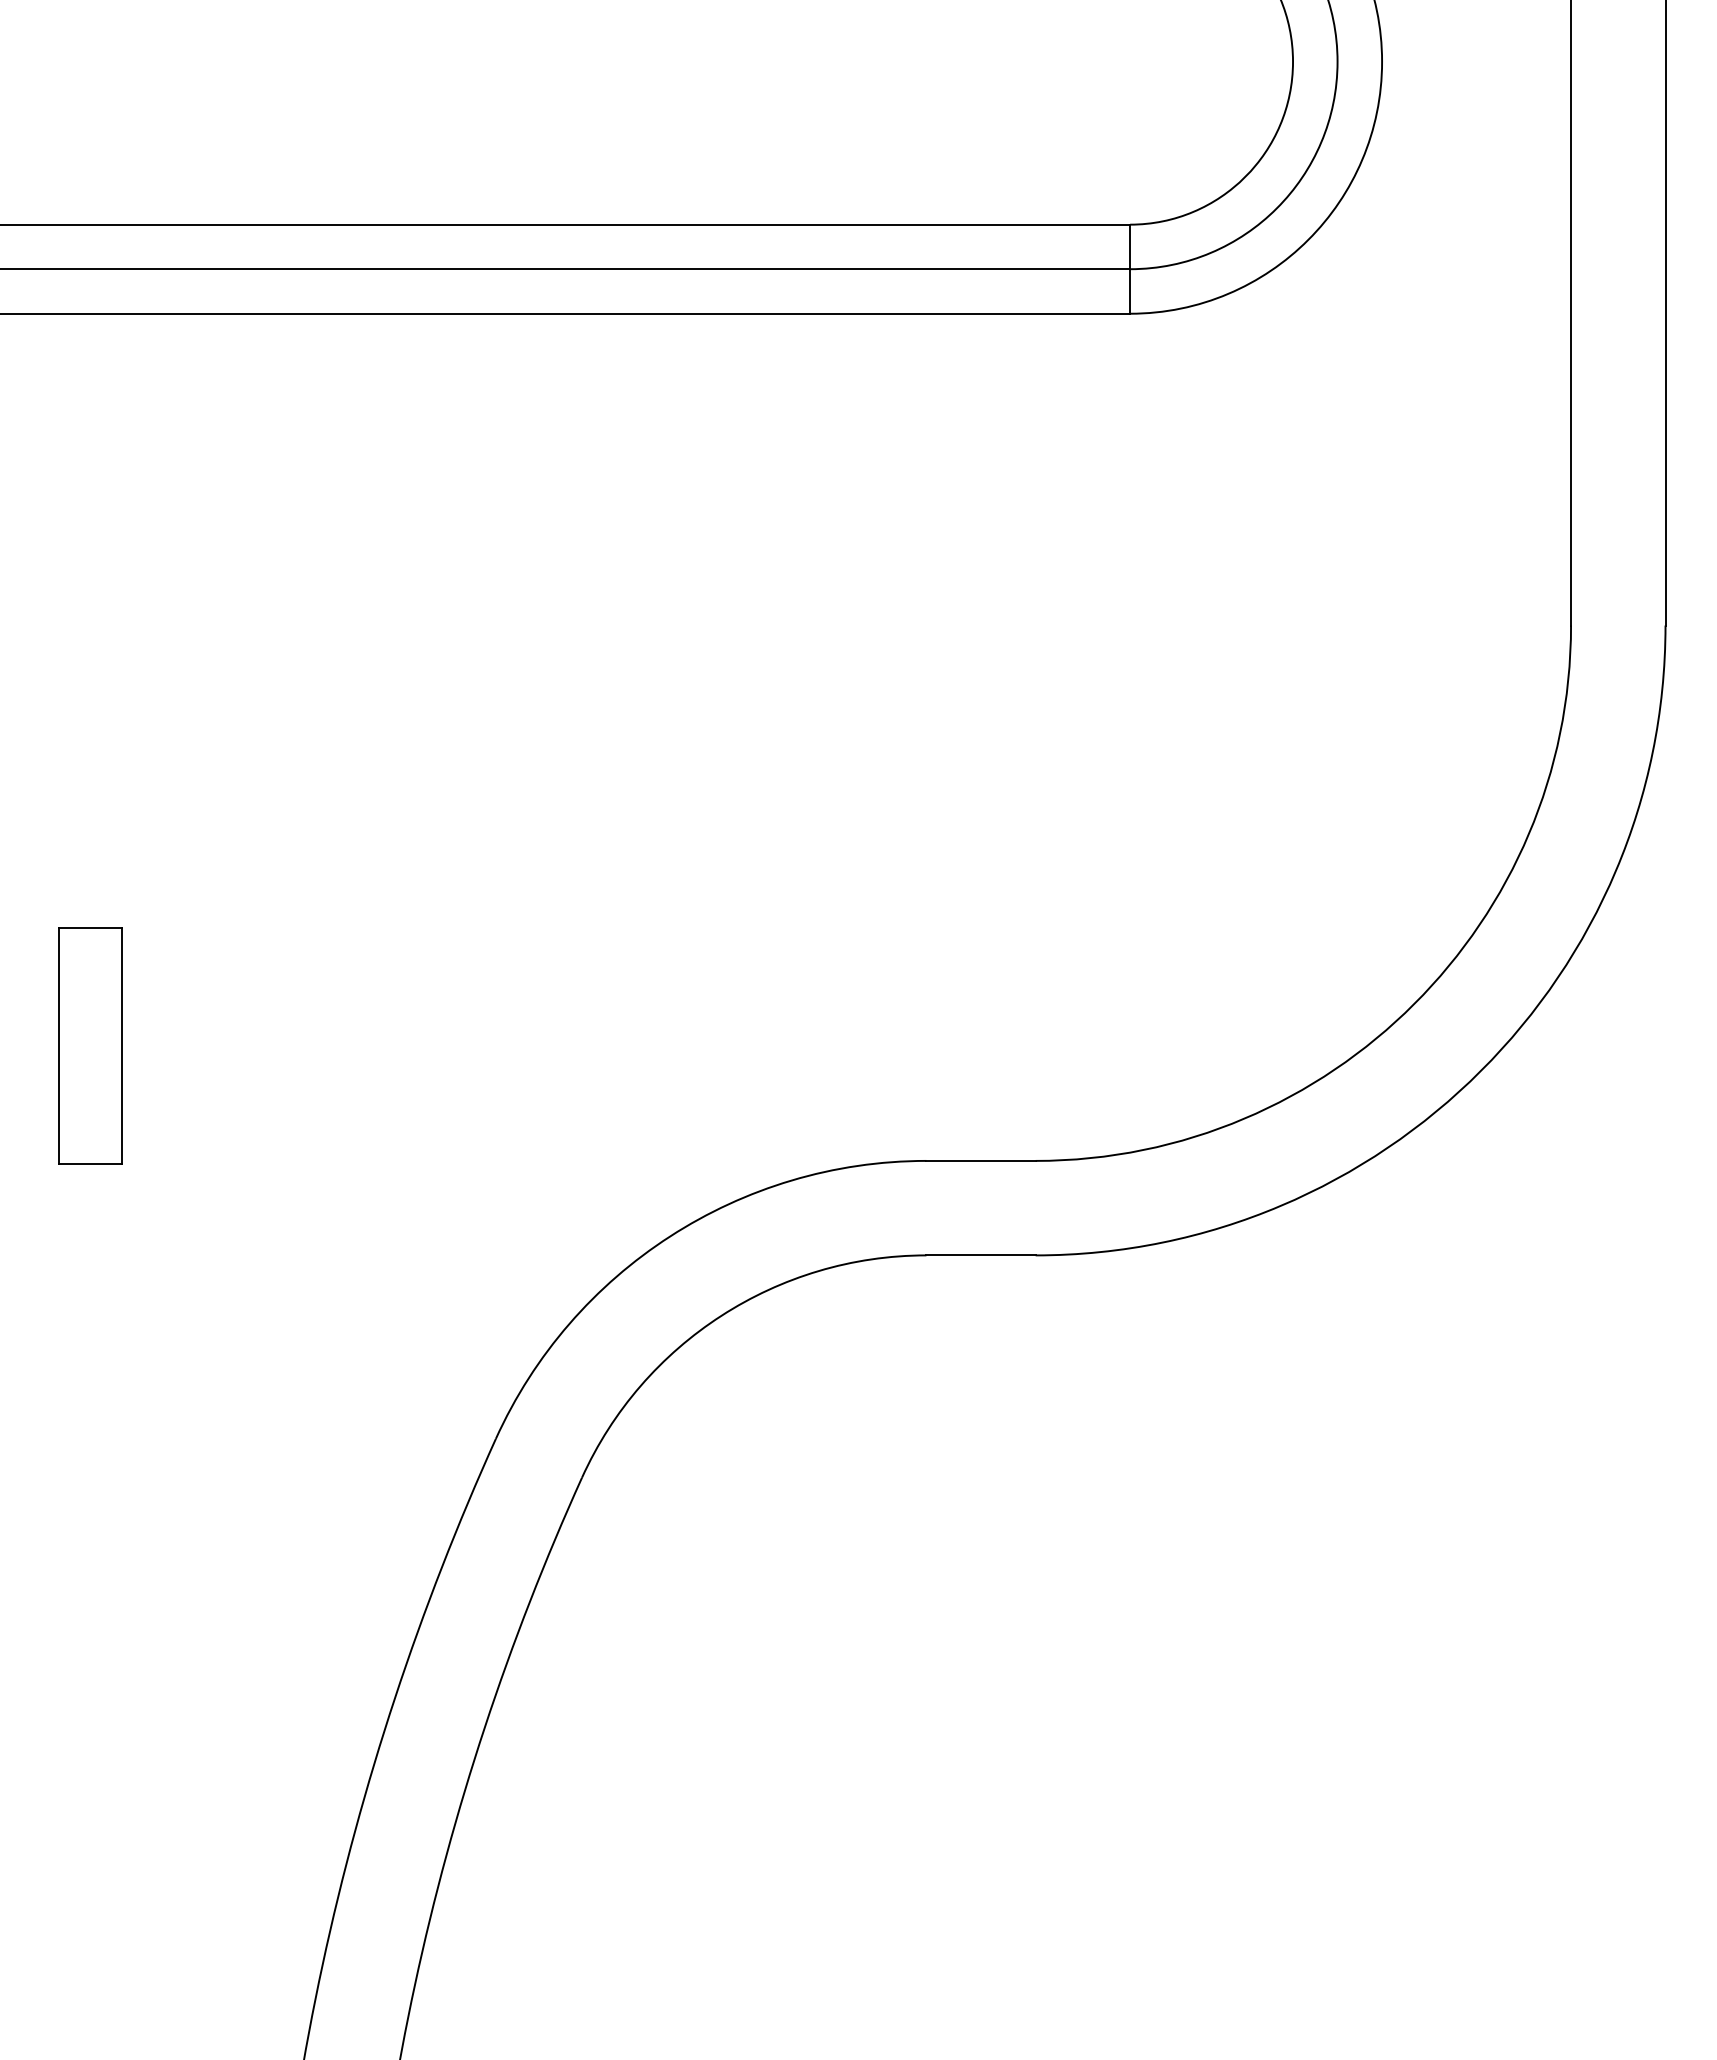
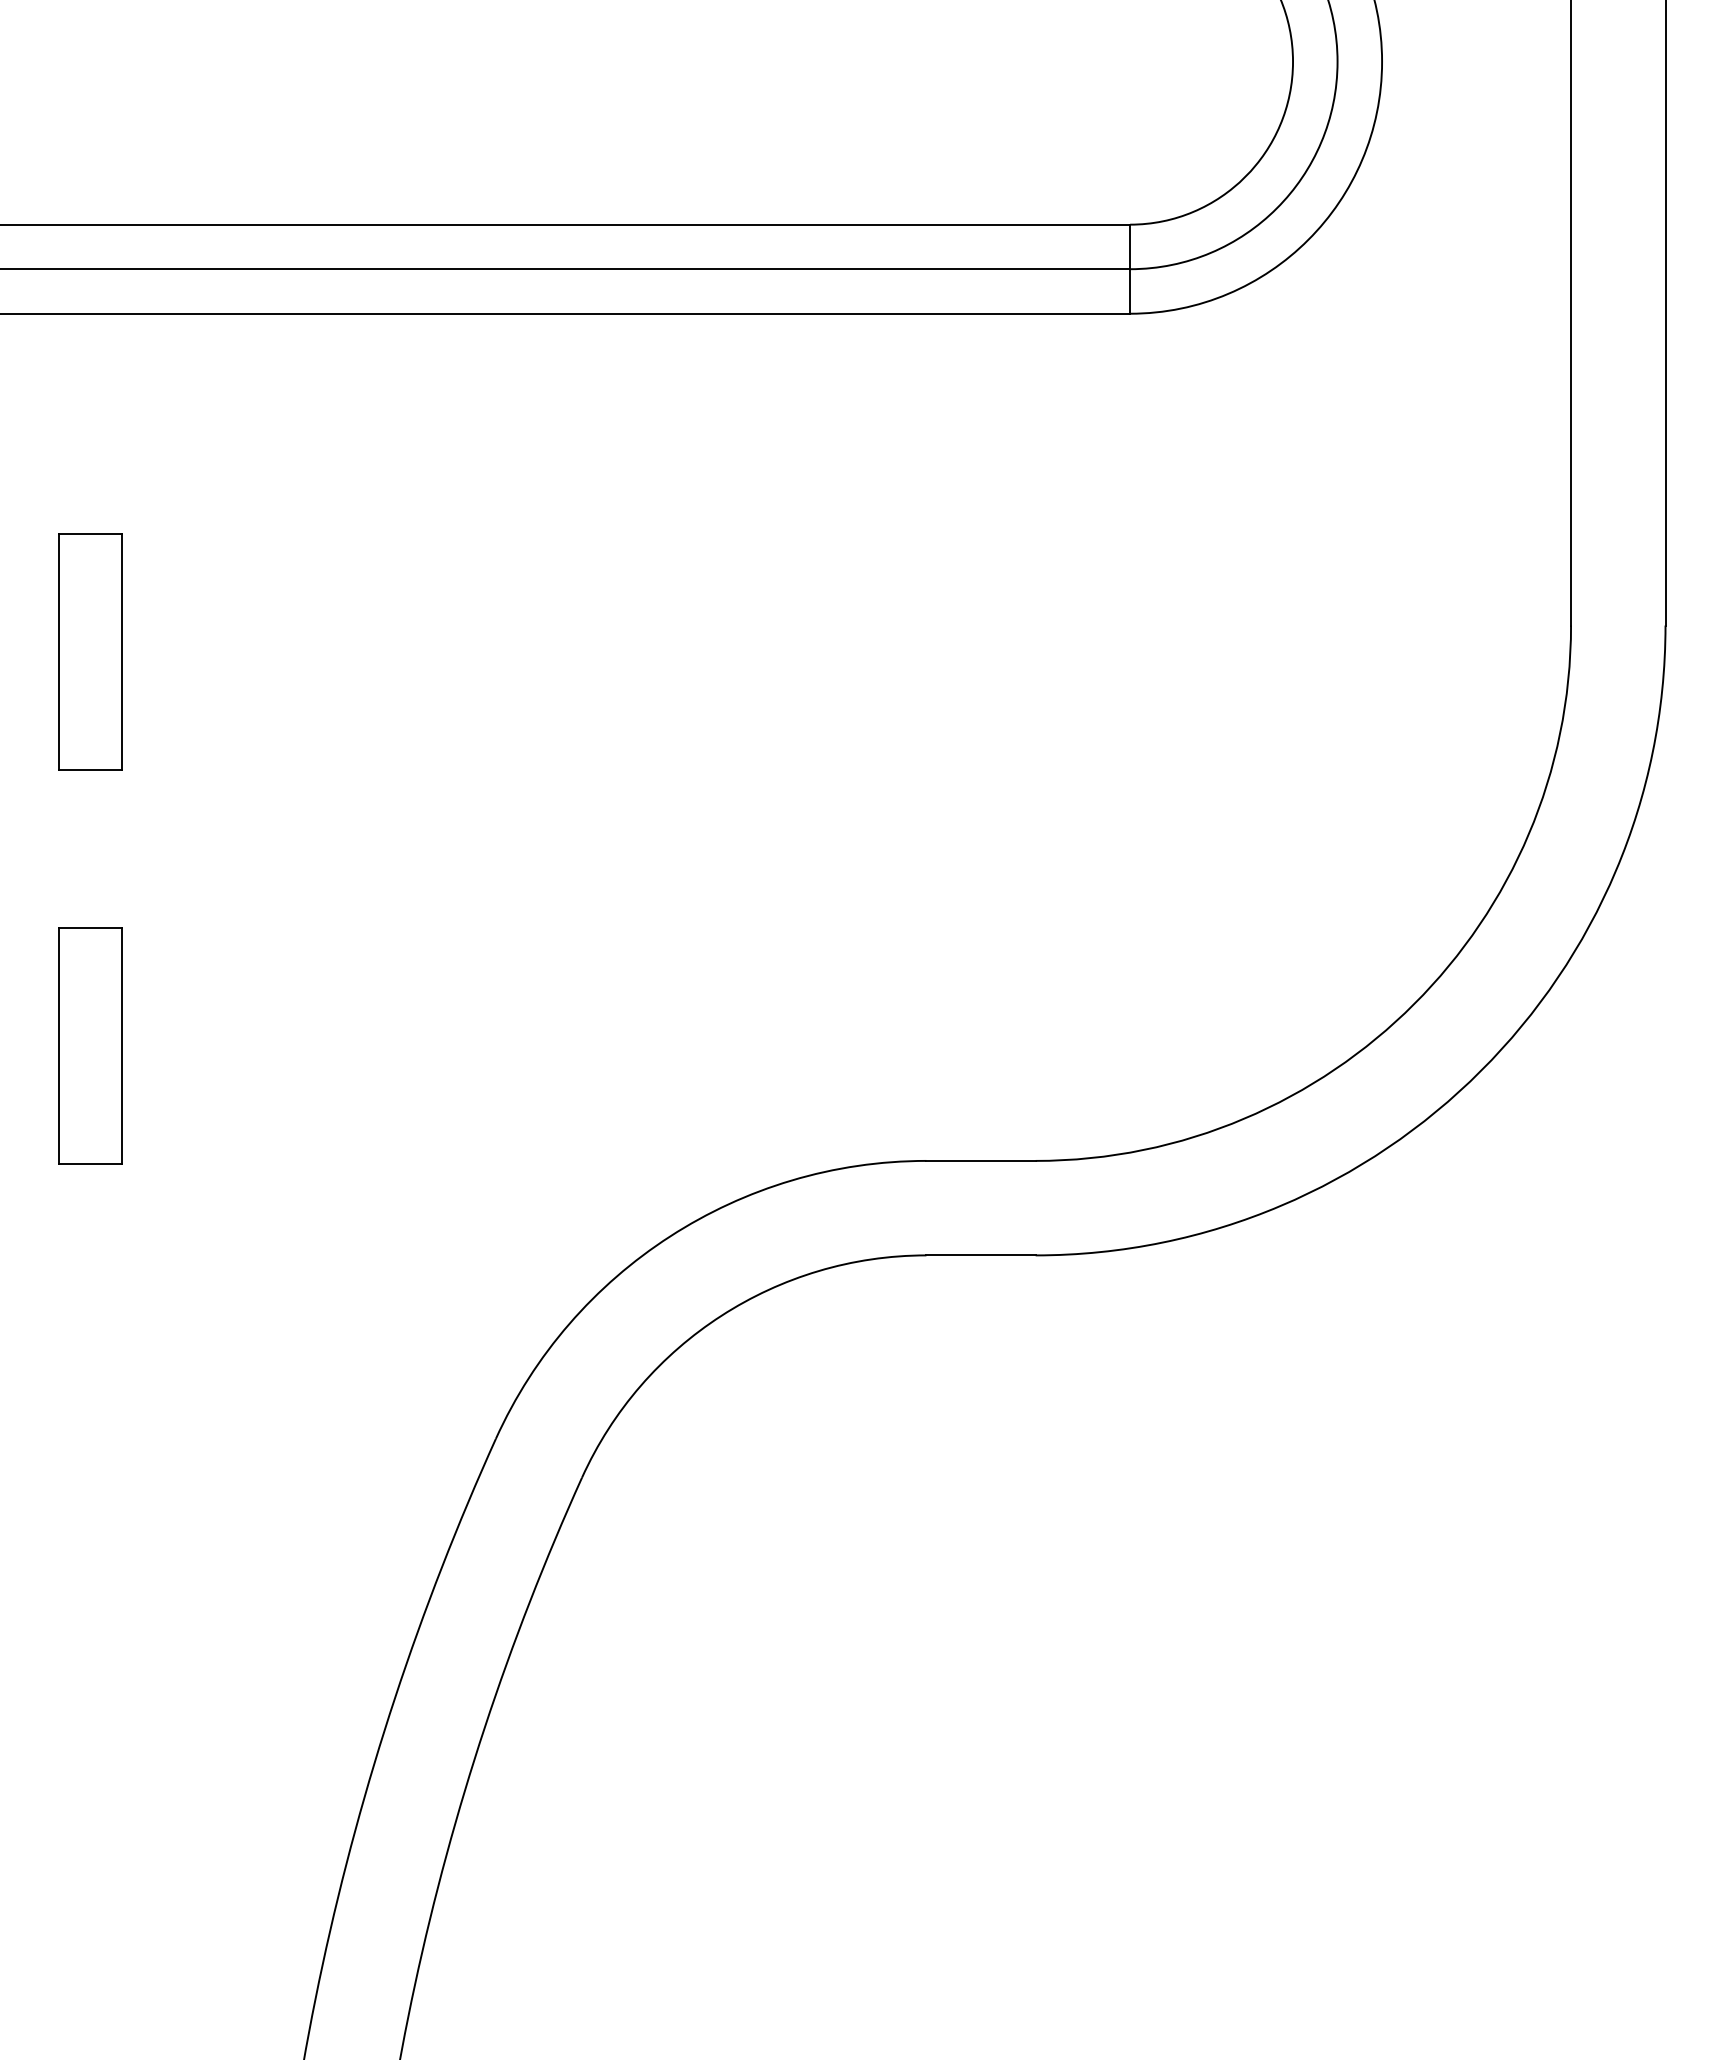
part at (90, 651): none -> present
